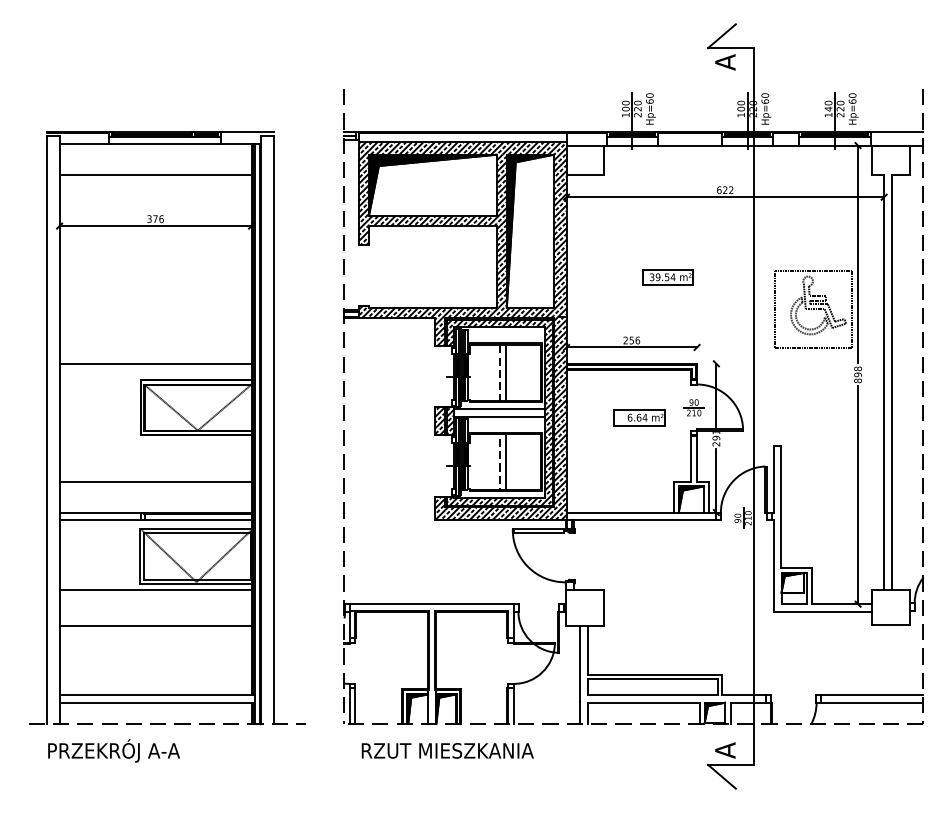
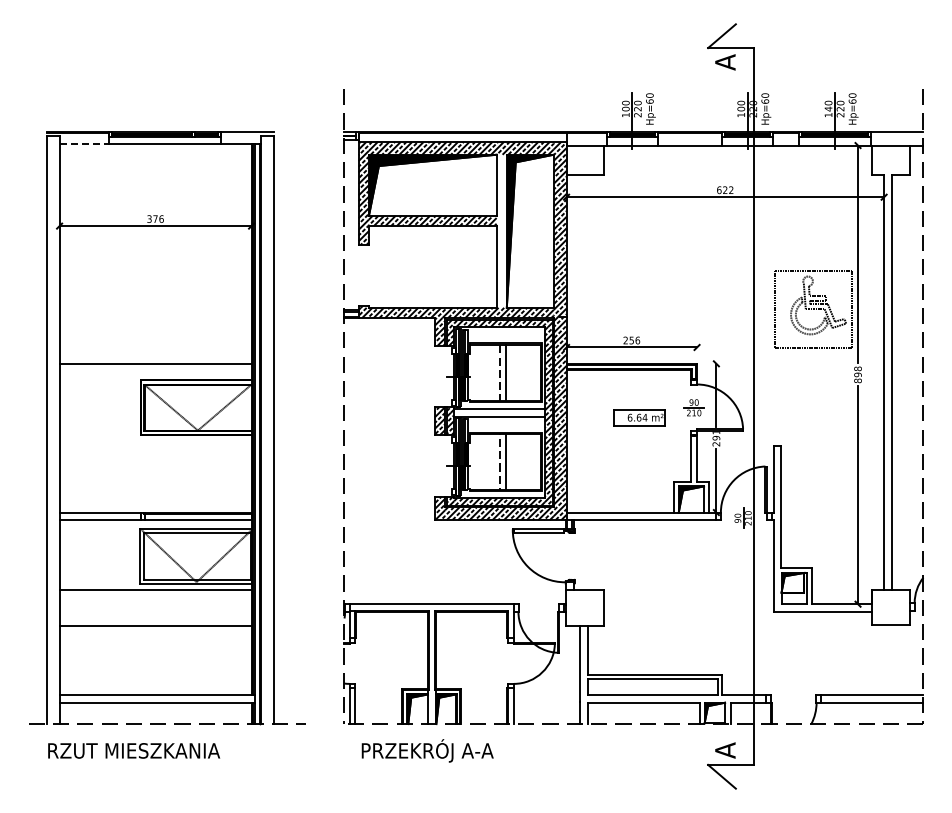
line at (84, 144): solid -> dashed
line at (155, 175): present -> none
hatch at (501, 230): present -> none
part at (667, 277): present -> none
line at (155, 481): present -> none
text at (135, 750): PRZEKRÓJ A-A -> RZUT MIESZKANIA
text at (448, 750): RZUT MIESZKANIA -> PRZEKRÓJ A-A
